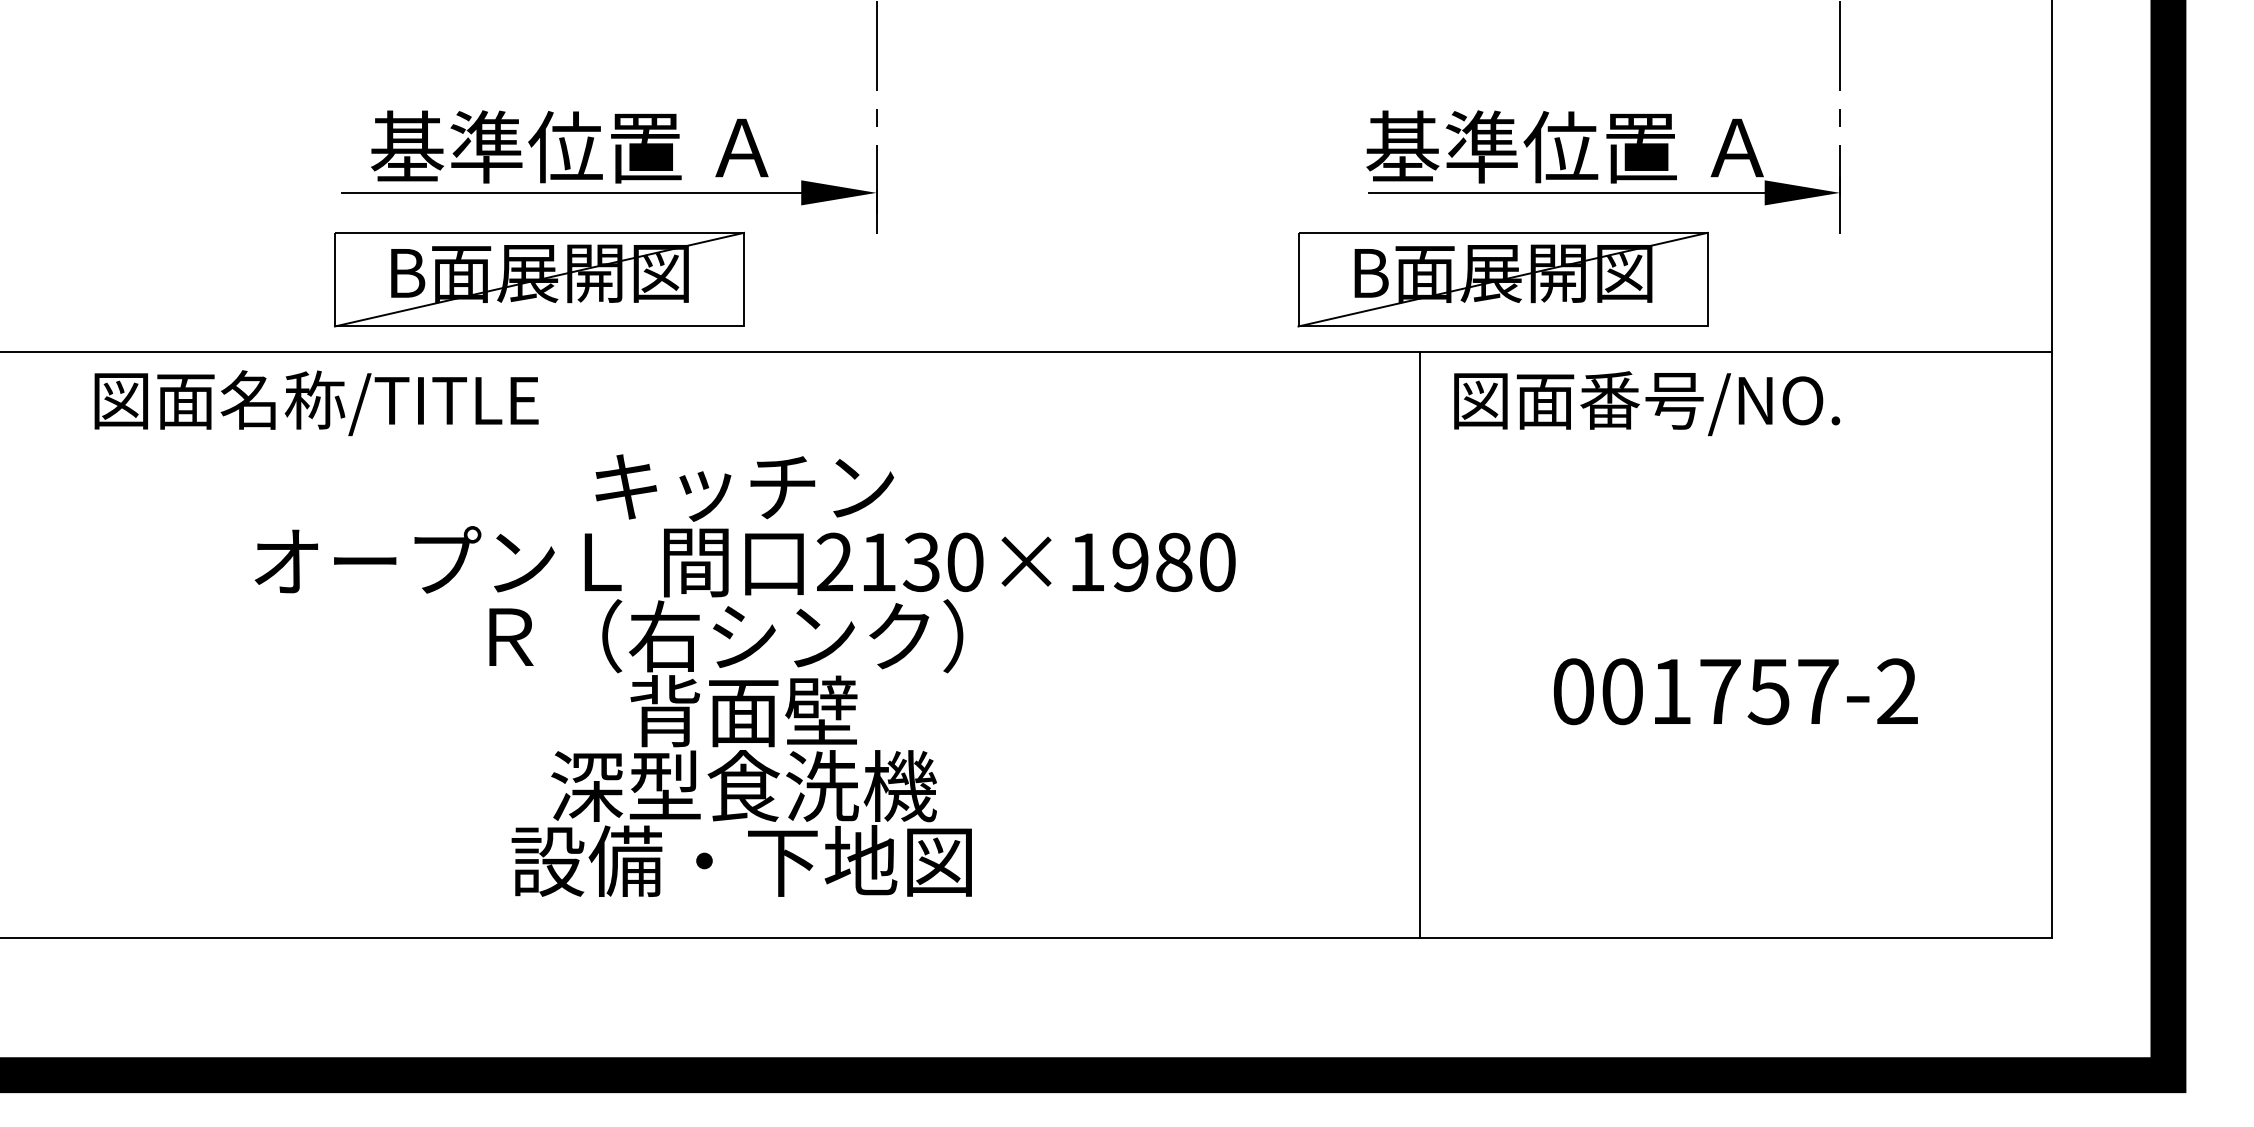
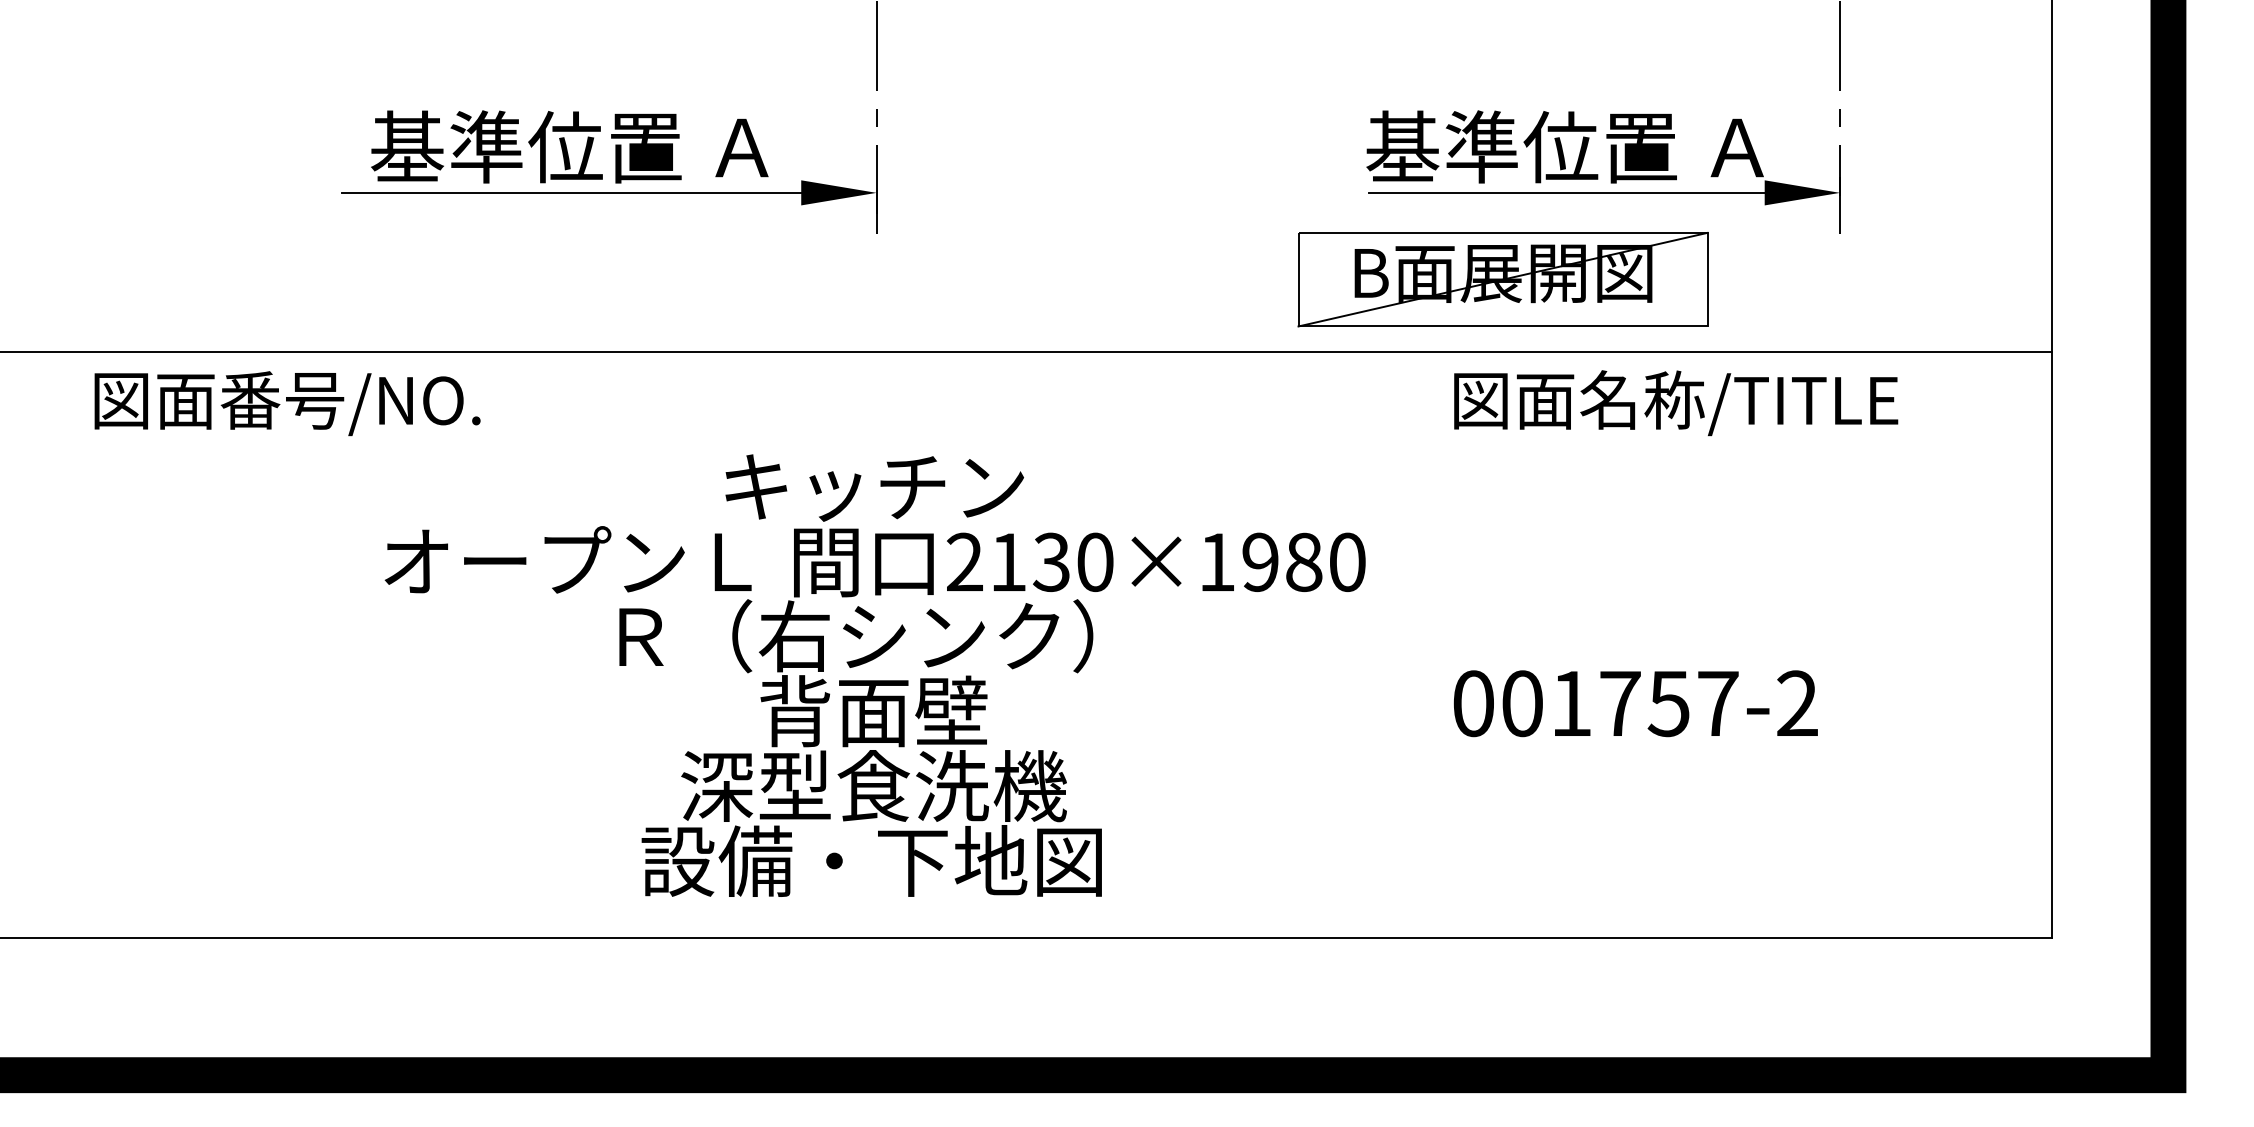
part at (539, 279): present -> none
text at (379, 399): 図面名称/TITLE -> 図面番号/NO.
text at (1739, 399): 図面番号/NO. -> 図面名称/TITLE
line at (1420, 644): present -> none
text at (744, 675) position: (744, 675) -> (874, 675)
text at (1735, 691) position: (1735, 691) -> (1635, 703)
